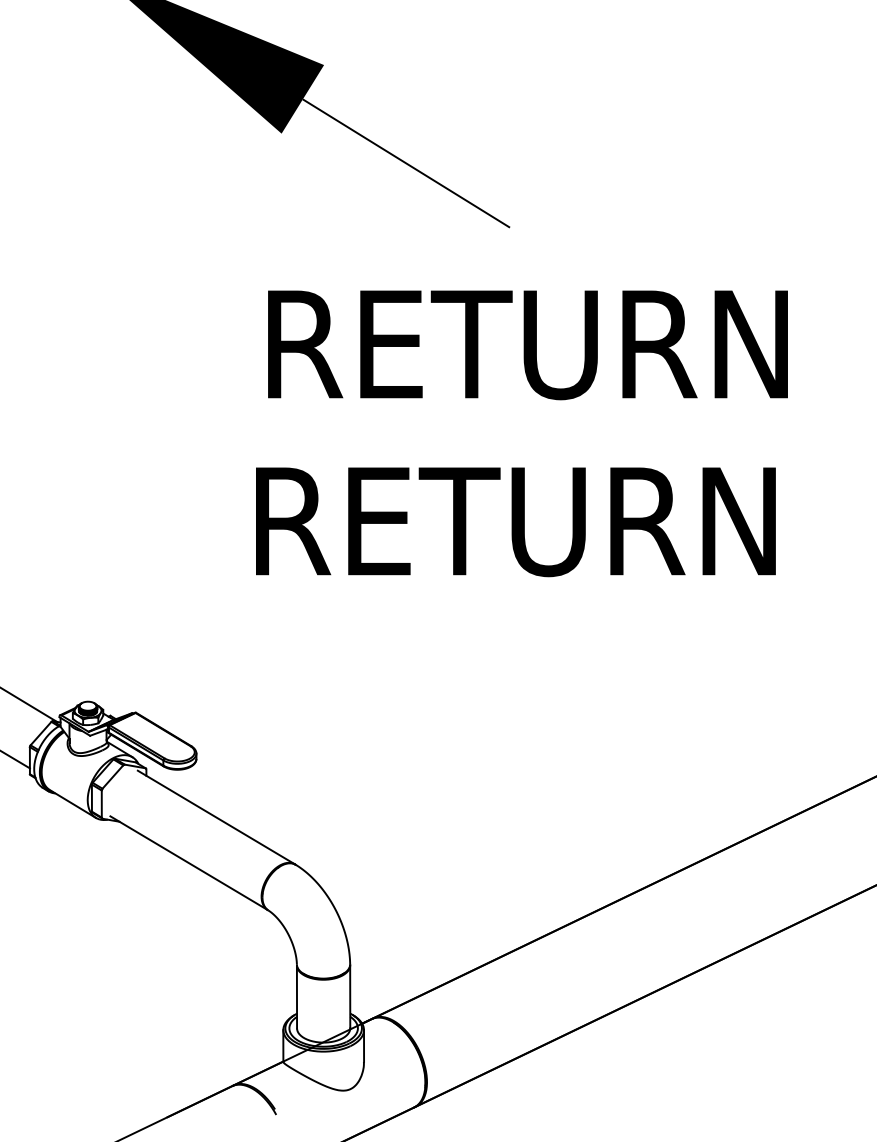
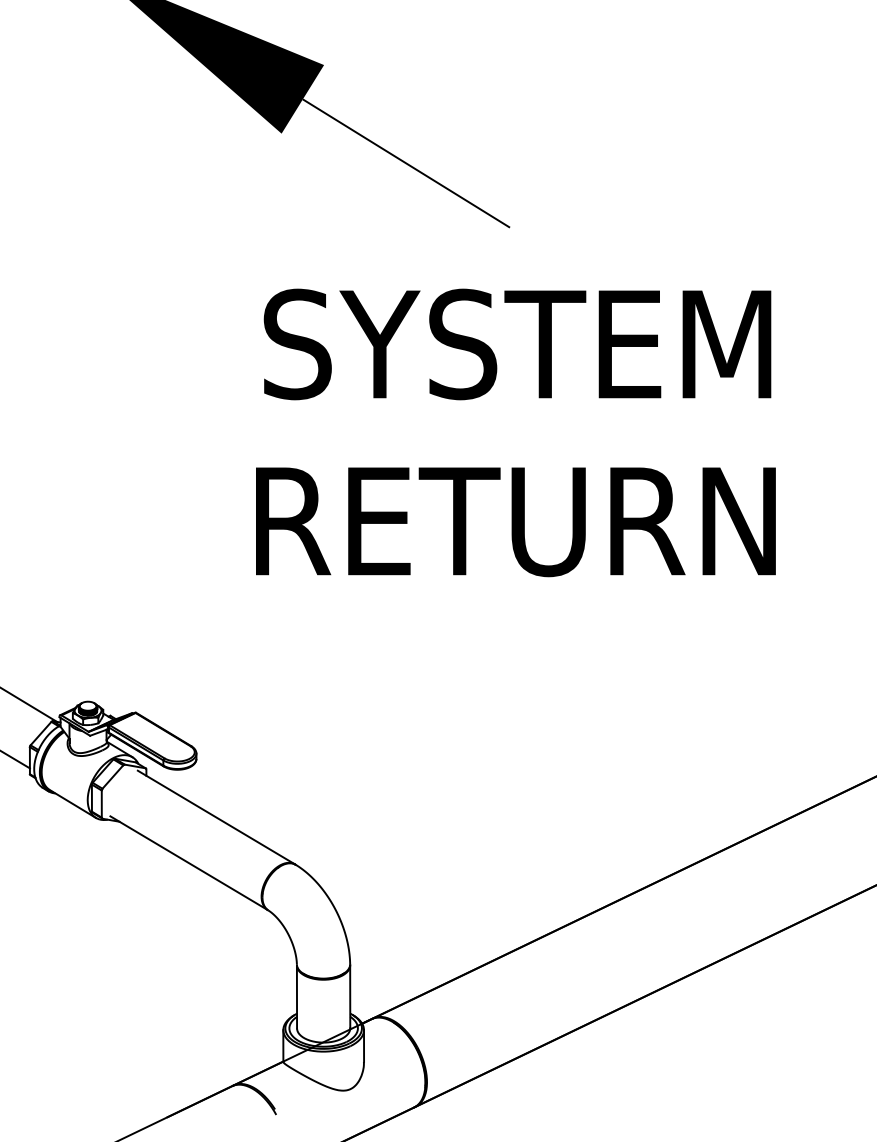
text at (525, 344): RETURN -> SYSTEM
